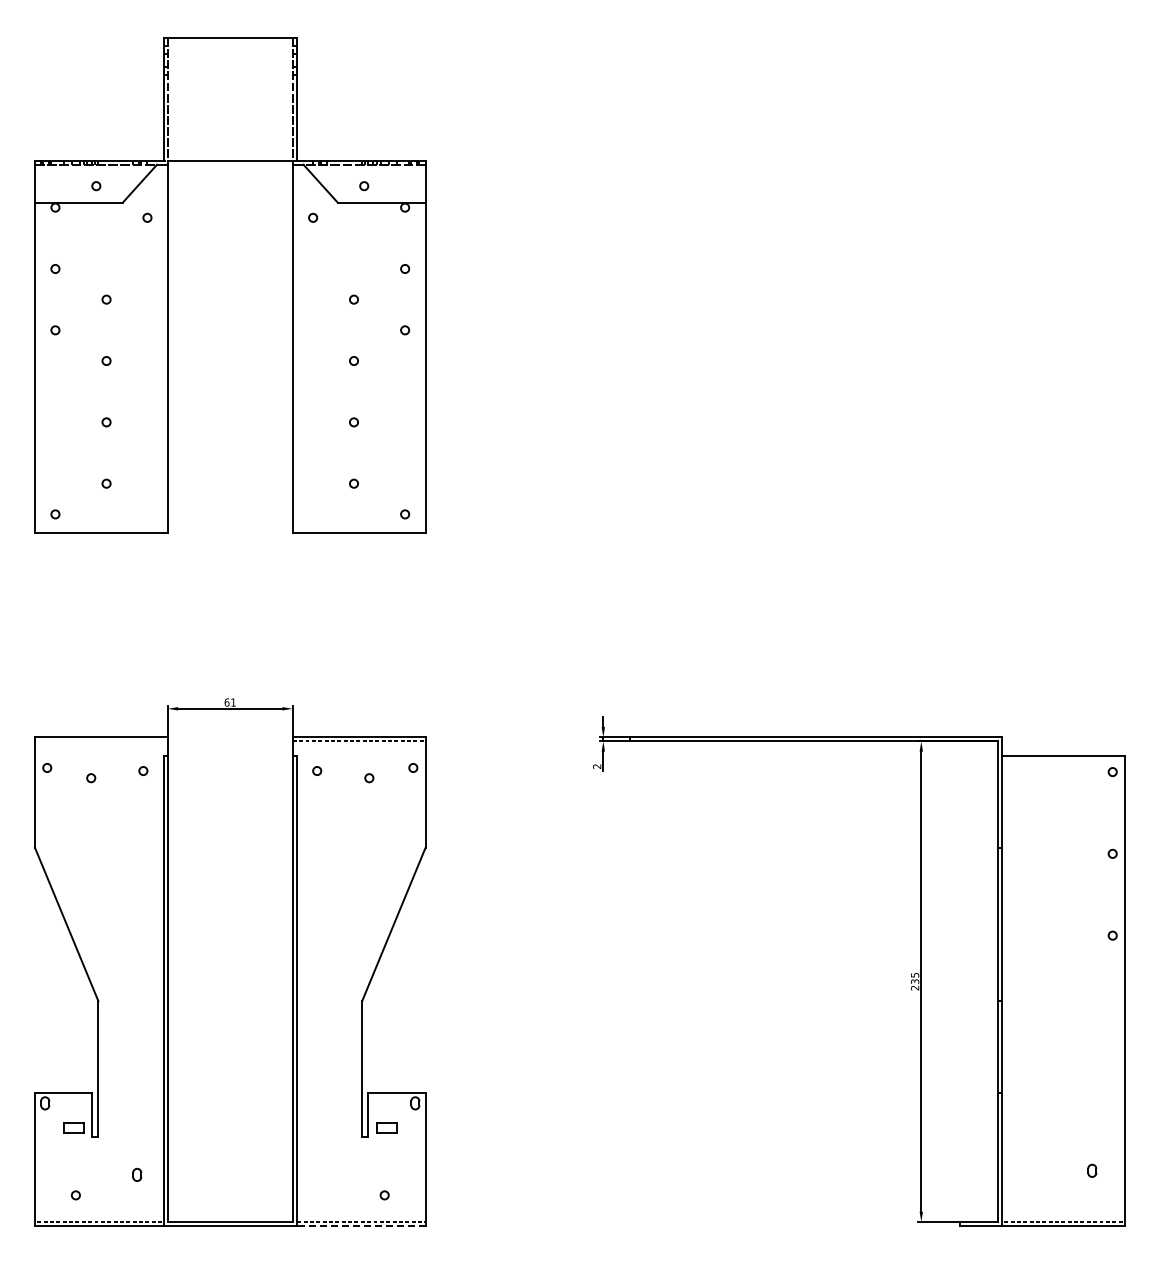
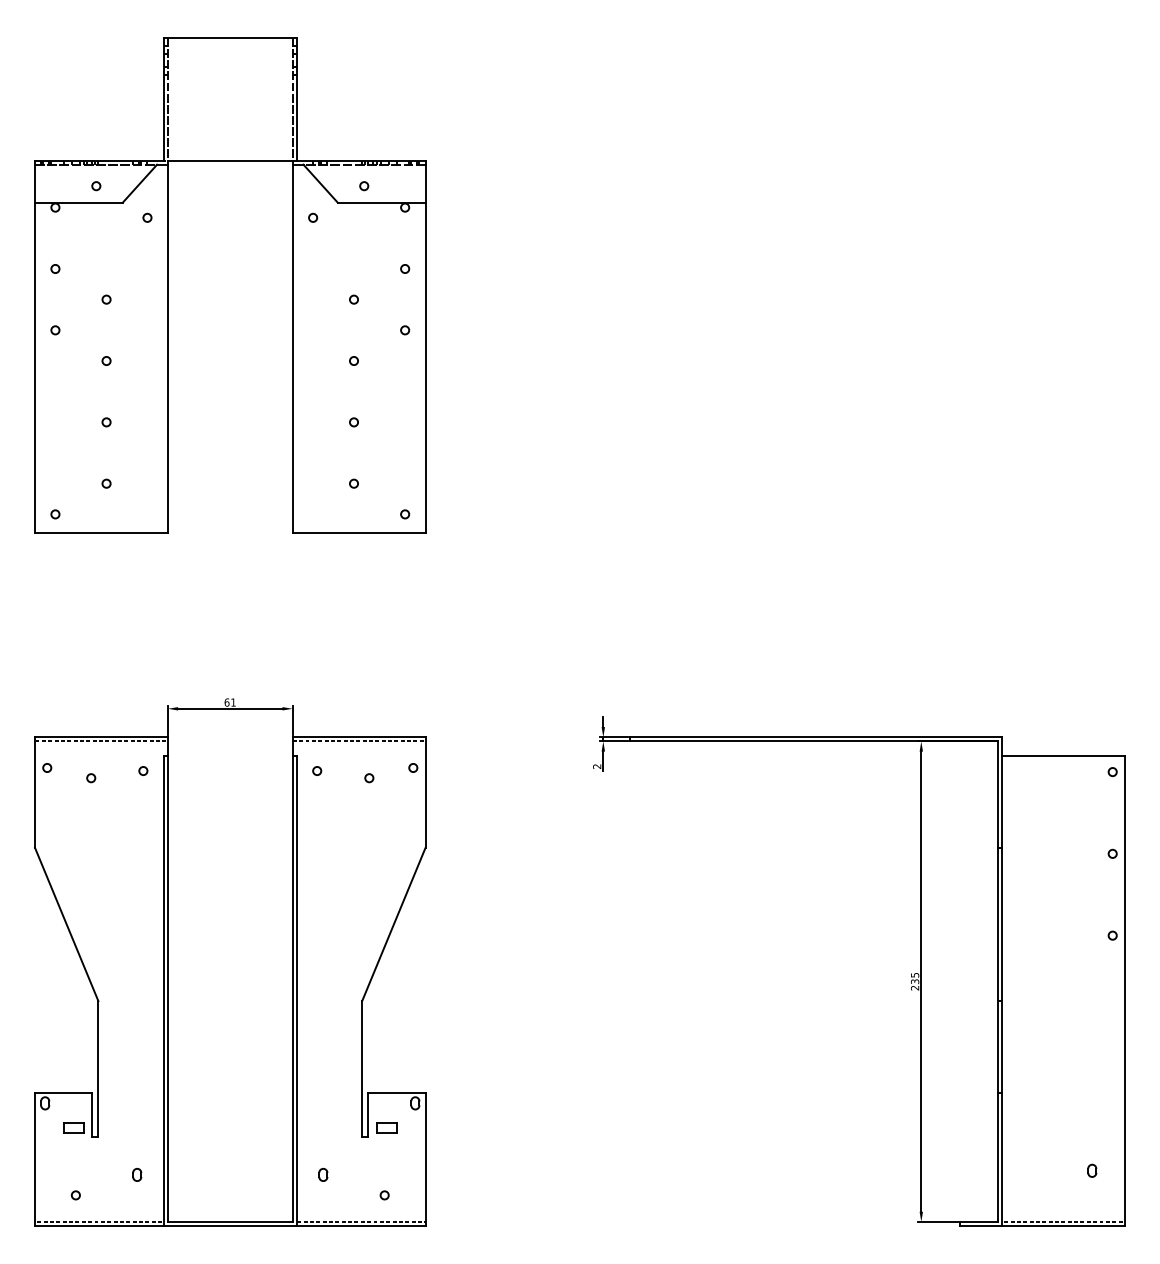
line at (101, 741): none -> present
part at (323, 1174): none -> present
line at (360, 1226): dashed -> solid
